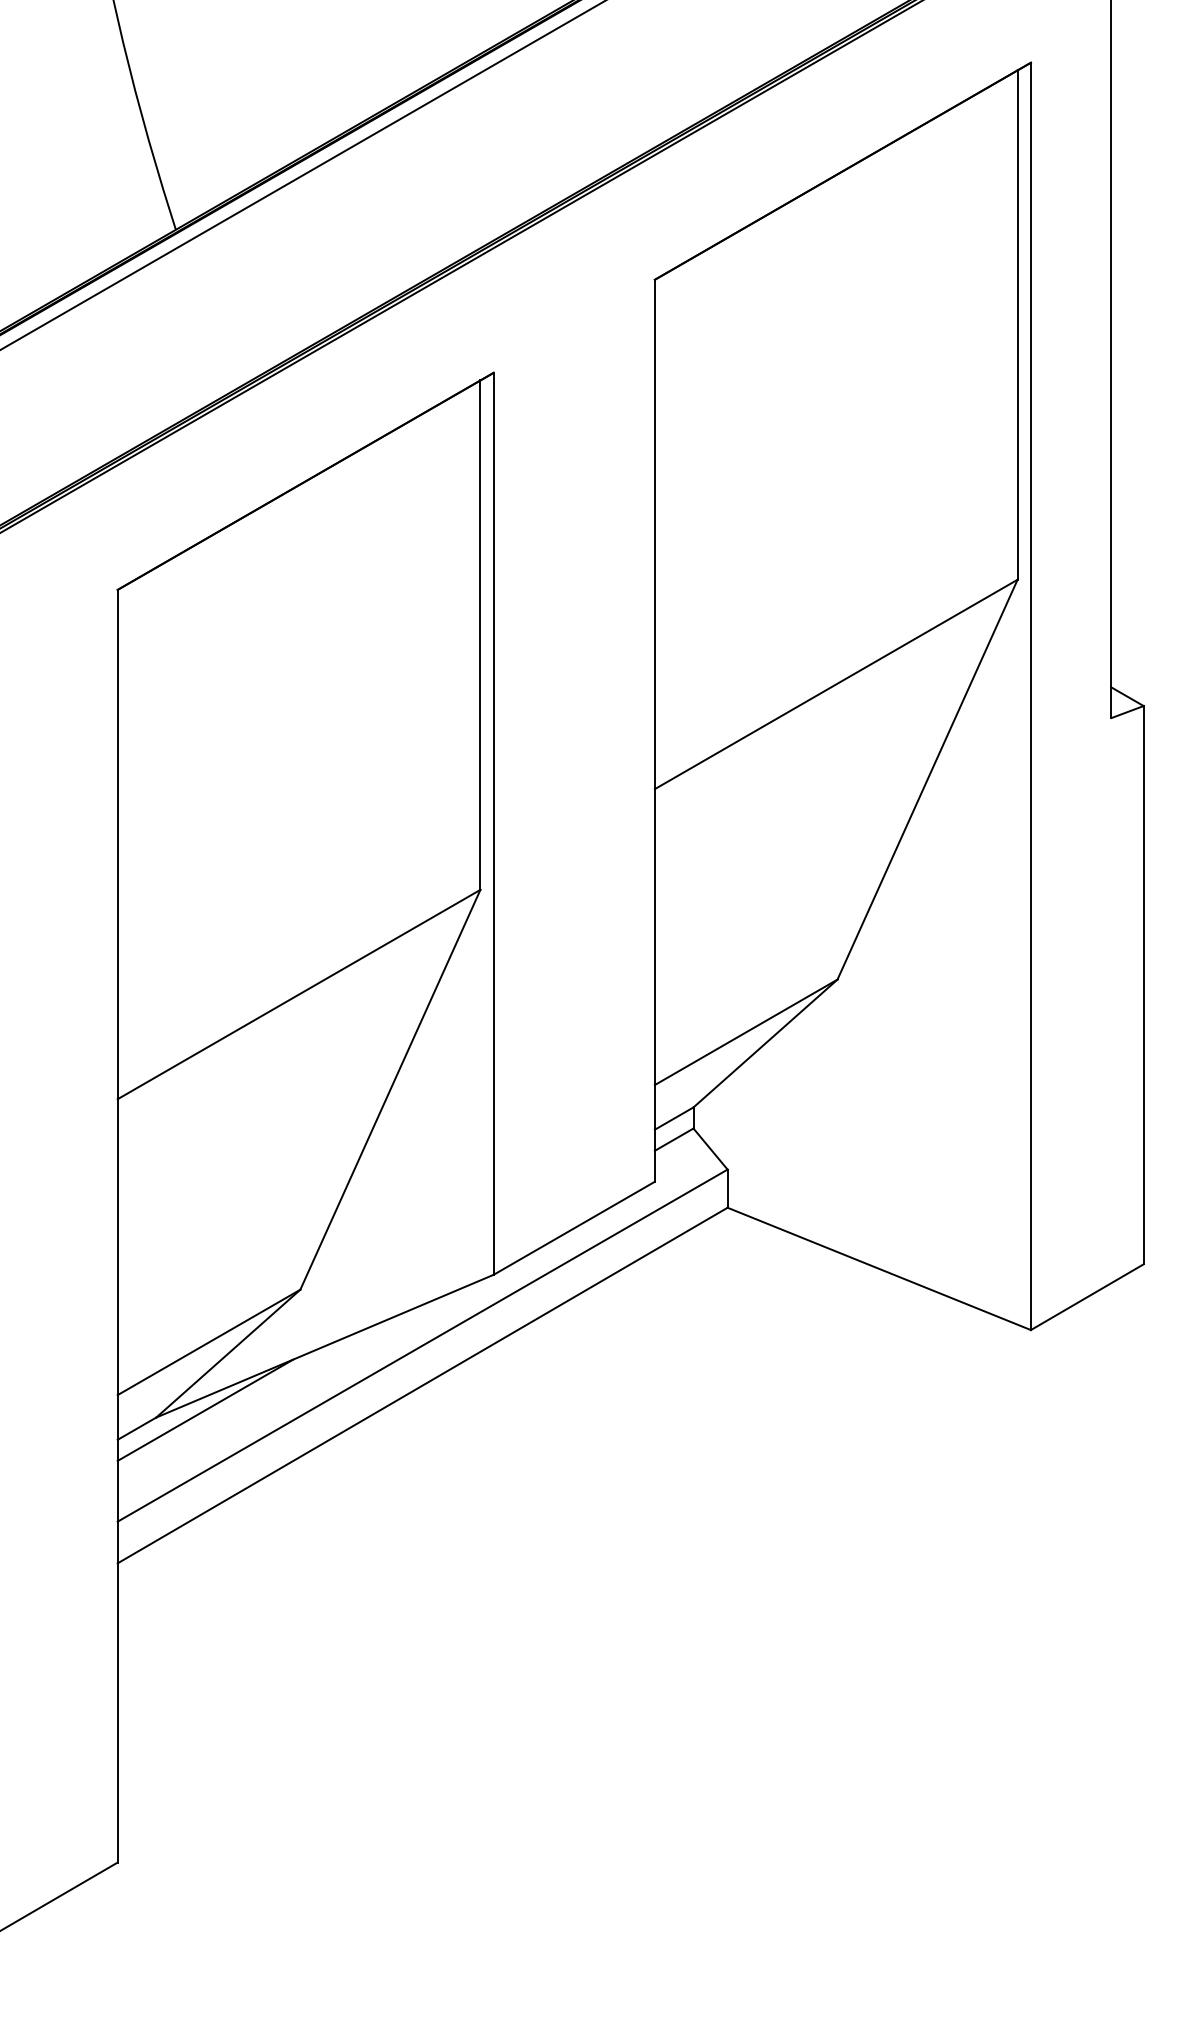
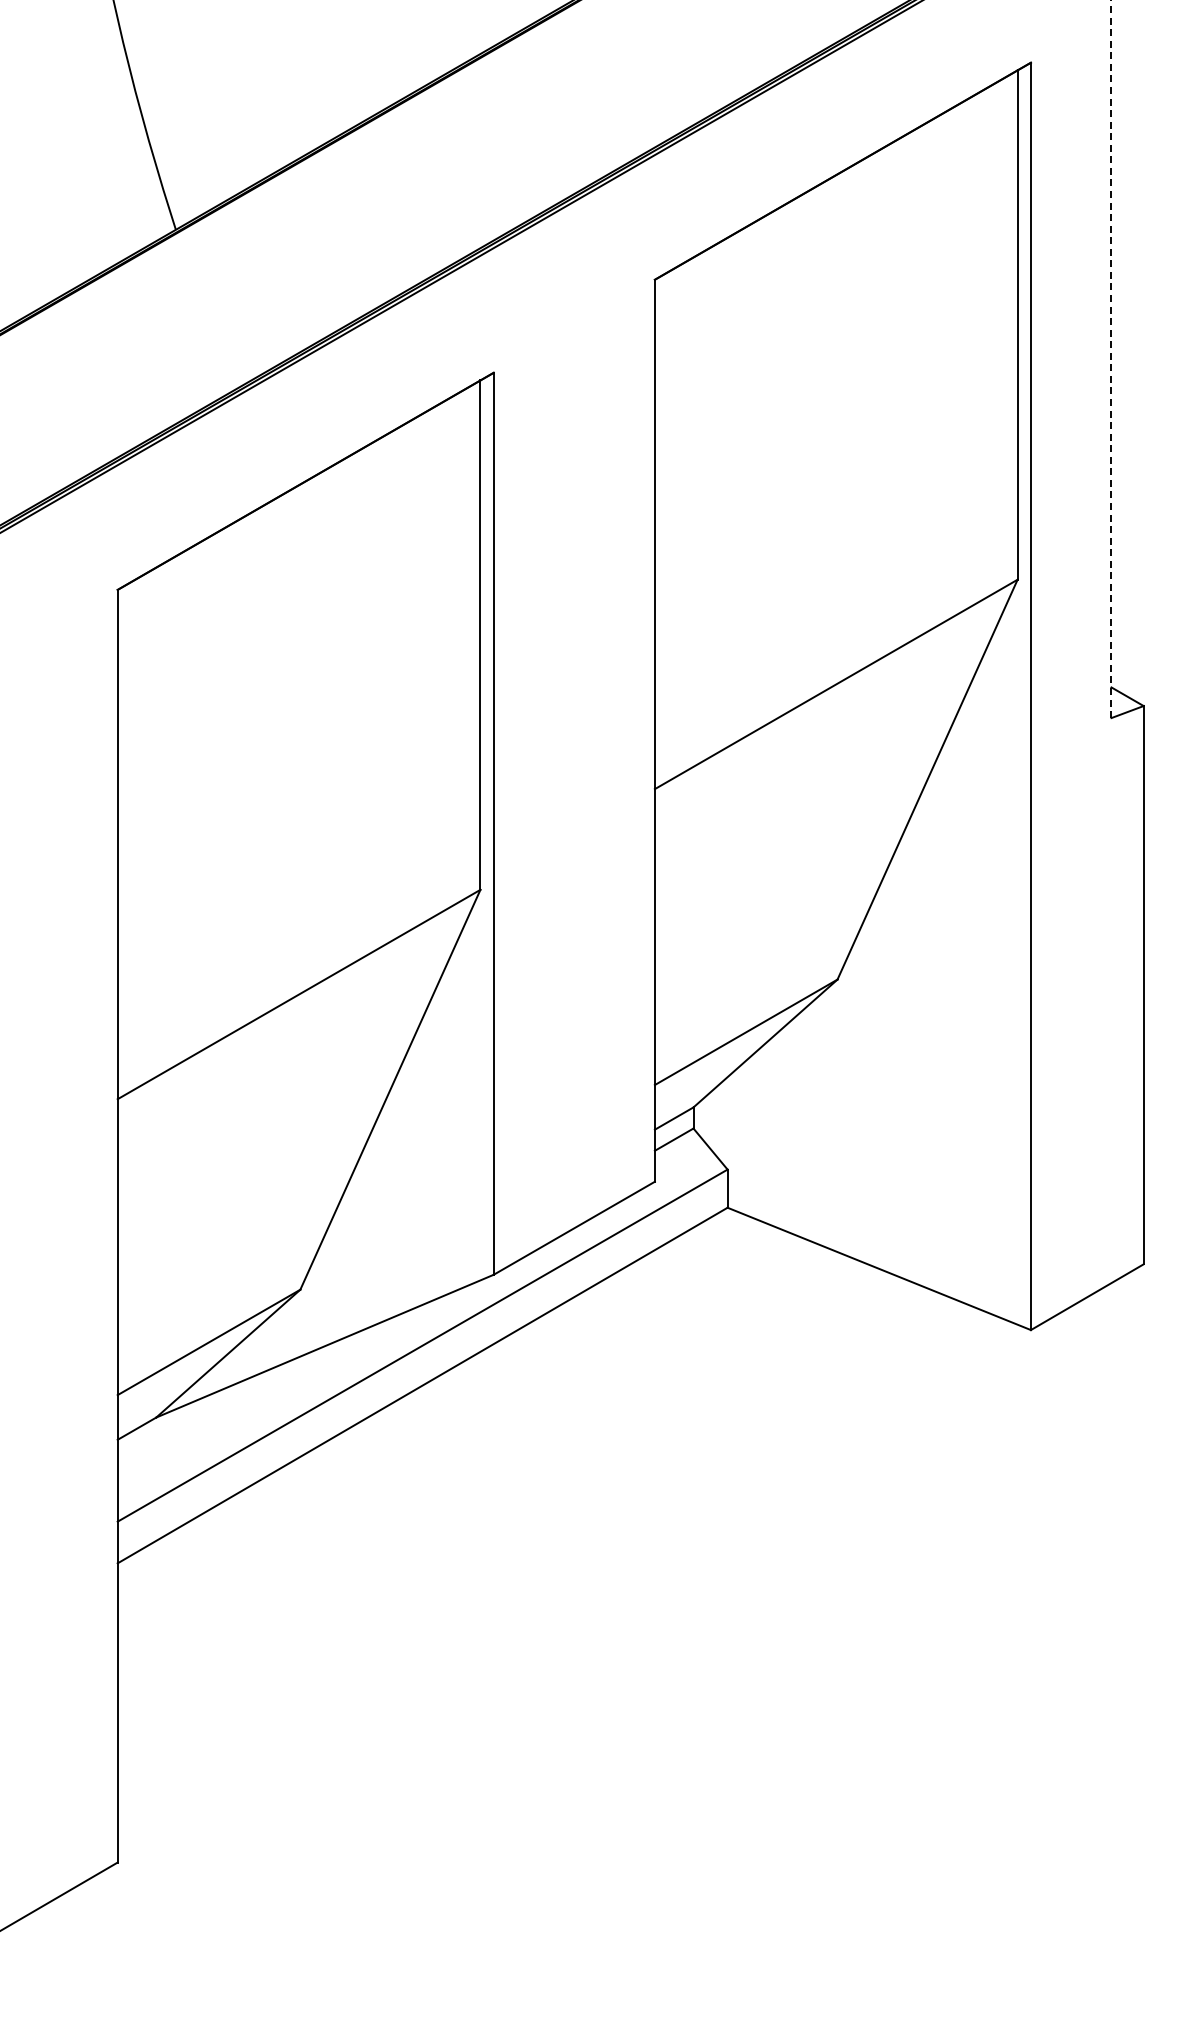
line at (302, 175): present -> none
line at (1111, 359): solid -> dashed
line at (205, 1409): present -> none
